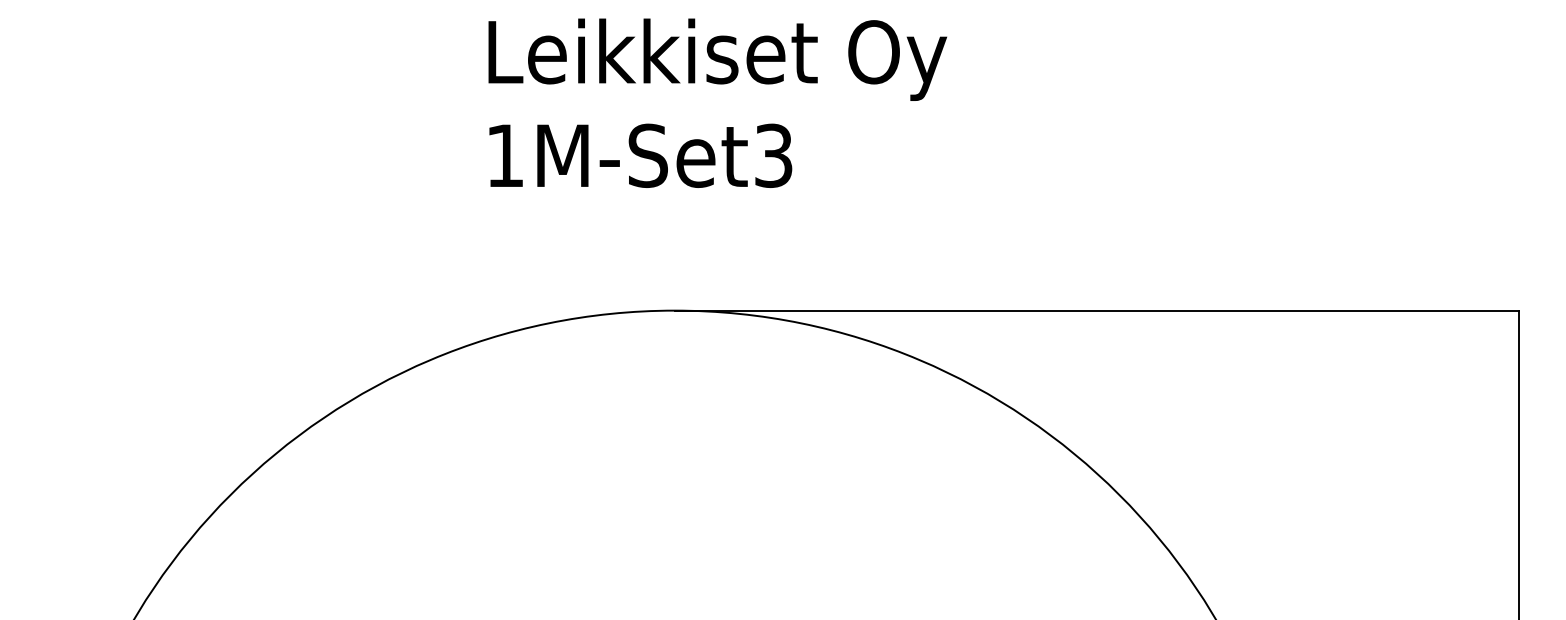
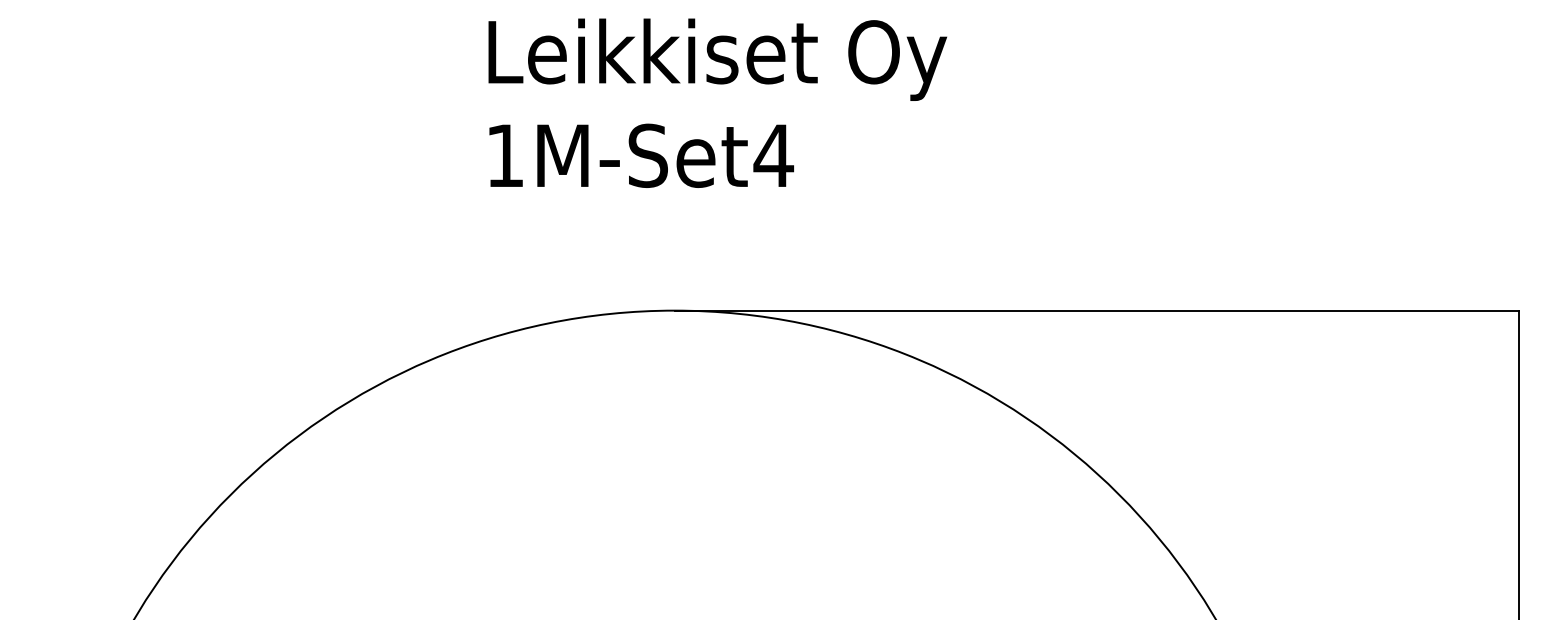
text at (773, 155): 1M-Set3 -> 1M-Set4
